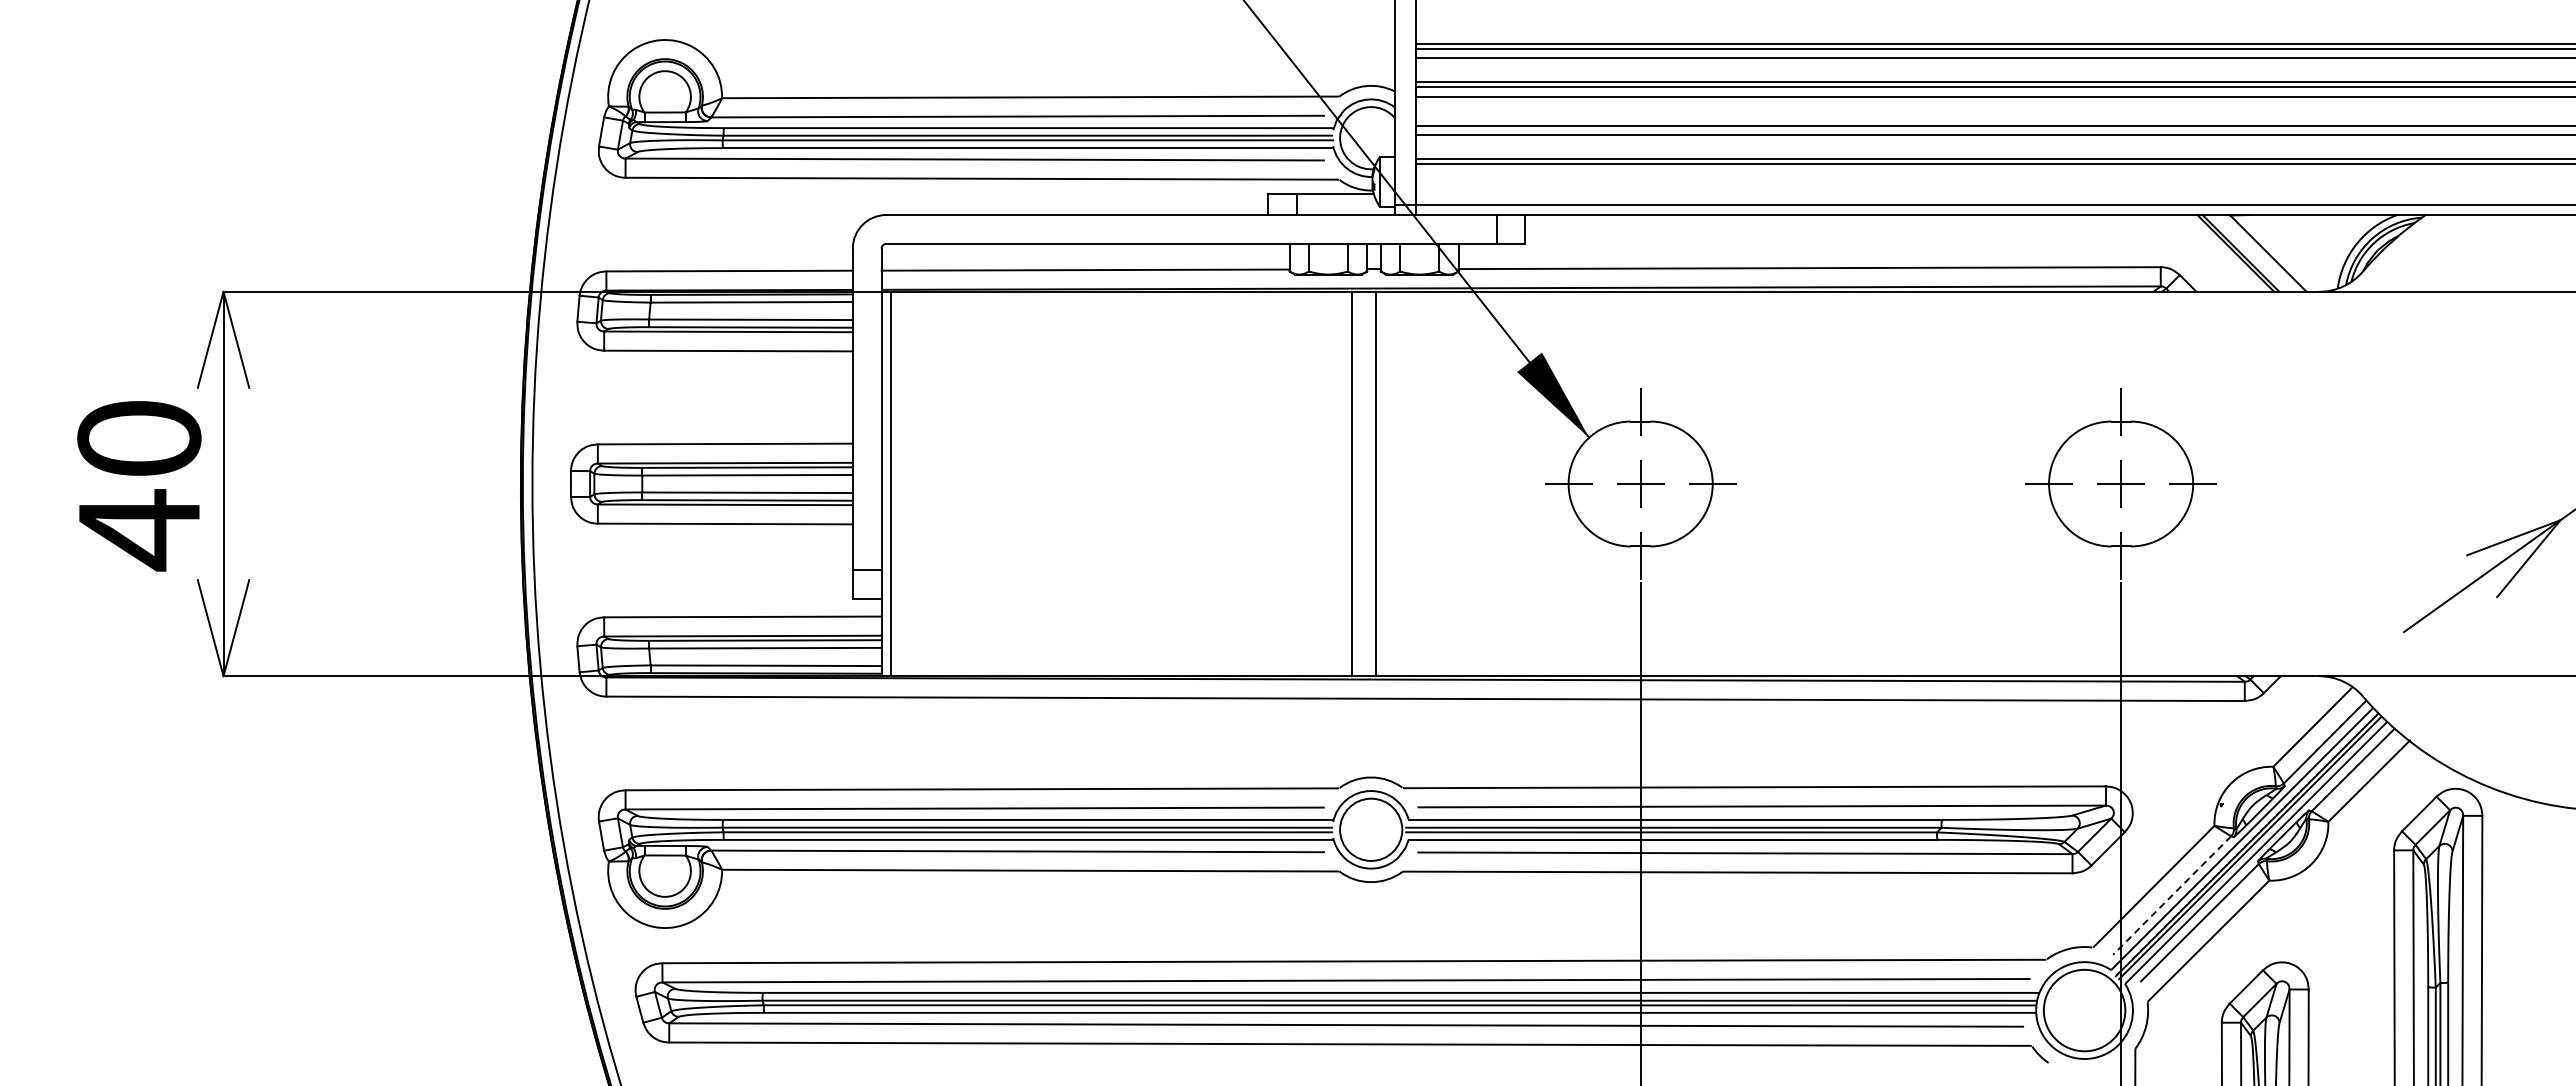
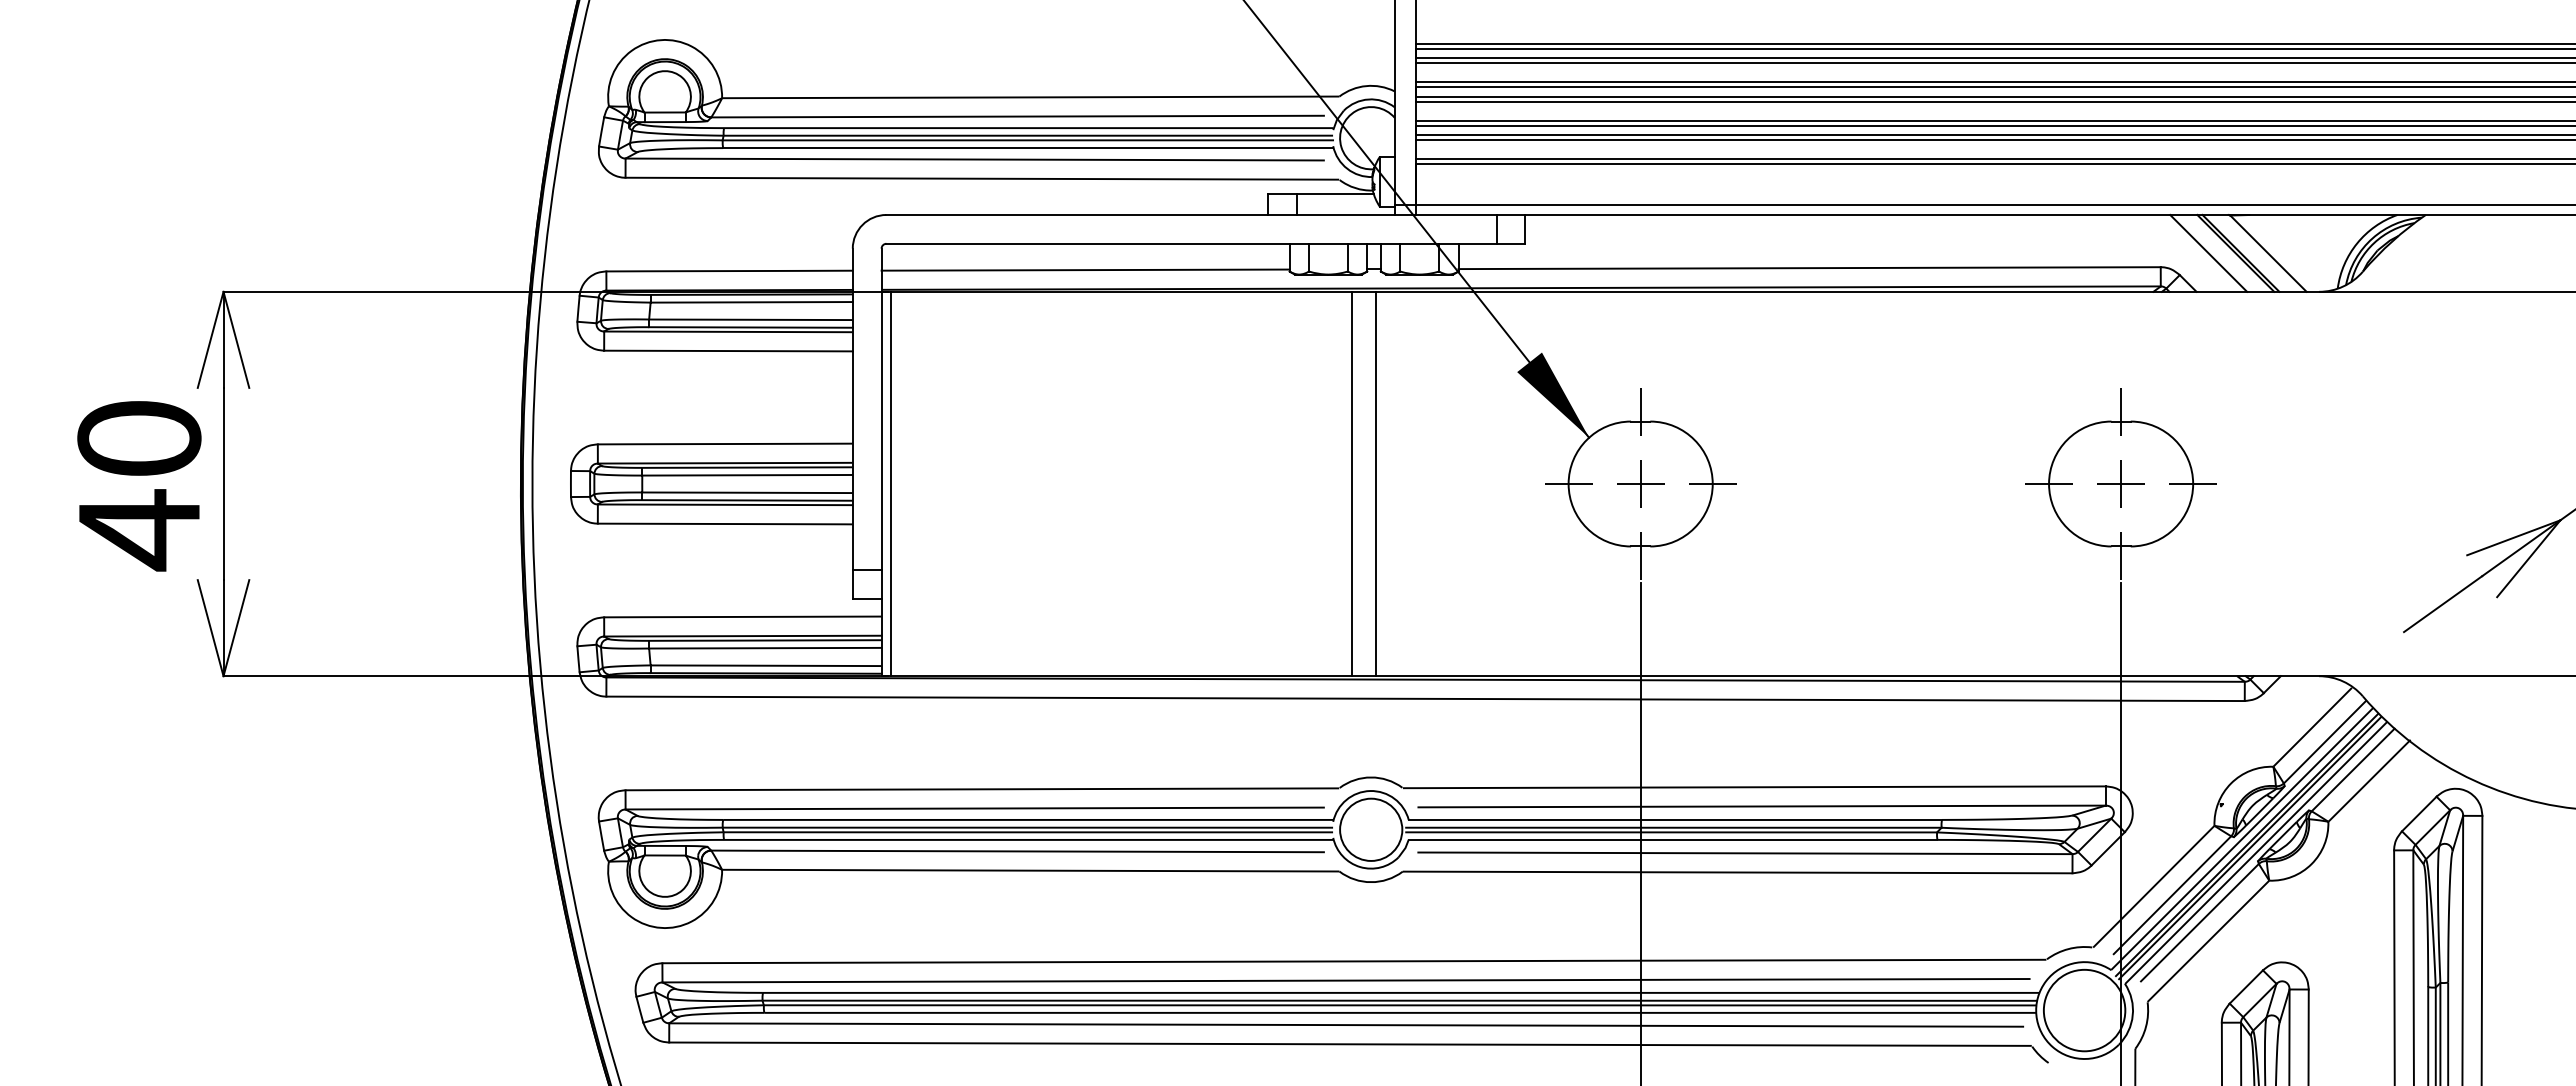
line at (1993, 63): none -> present
line at (1993, 101): none -> present
line at (1993, 120): none -> present
line at (1993, 140): none -> present
line at (2208, 252): none -> present
line at (2172, 895): dashed -> solid
